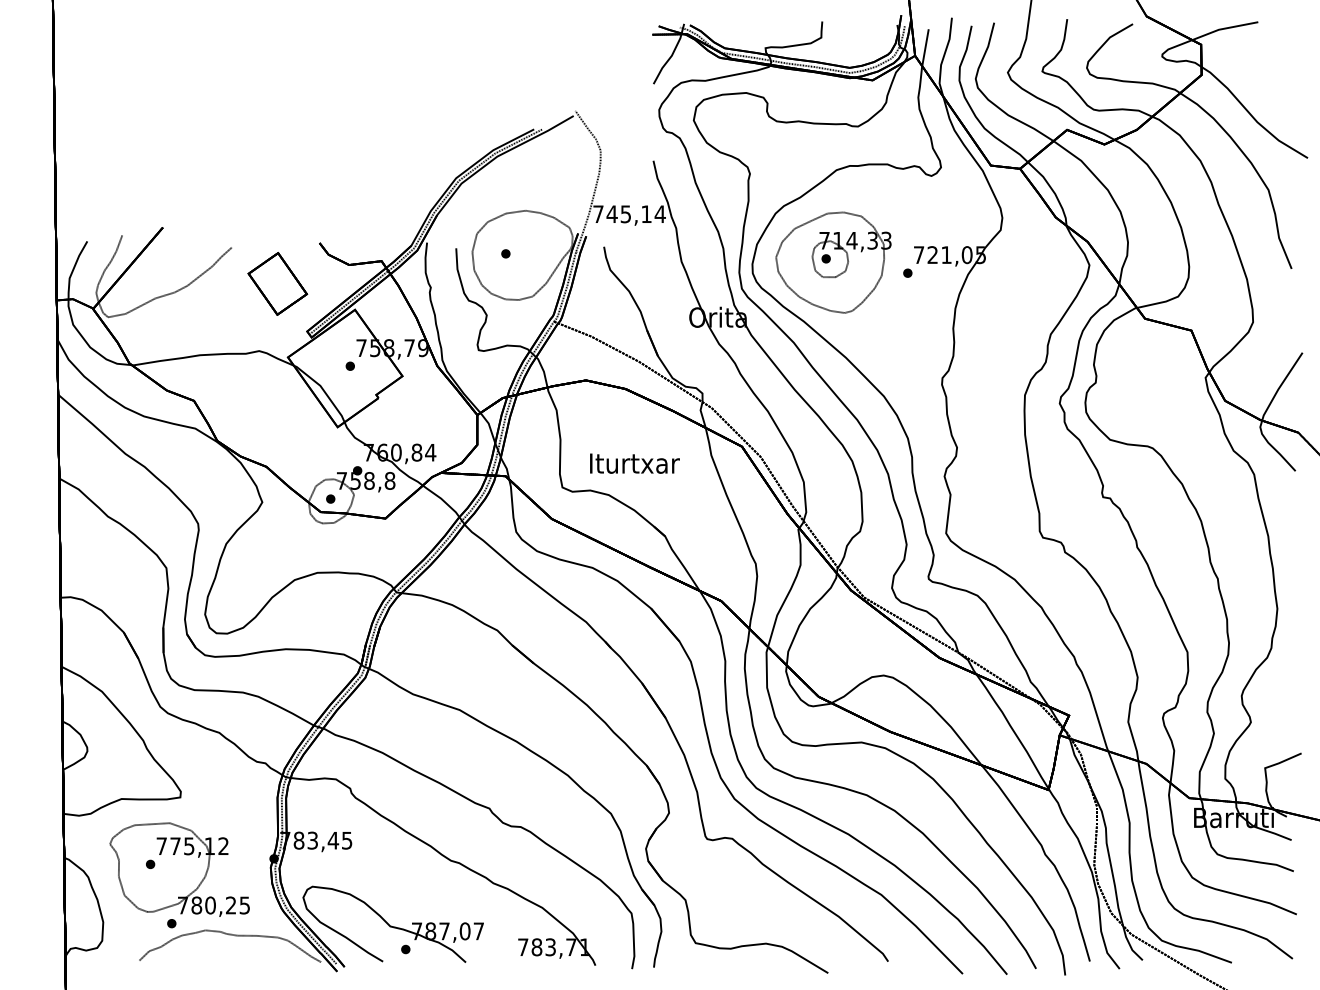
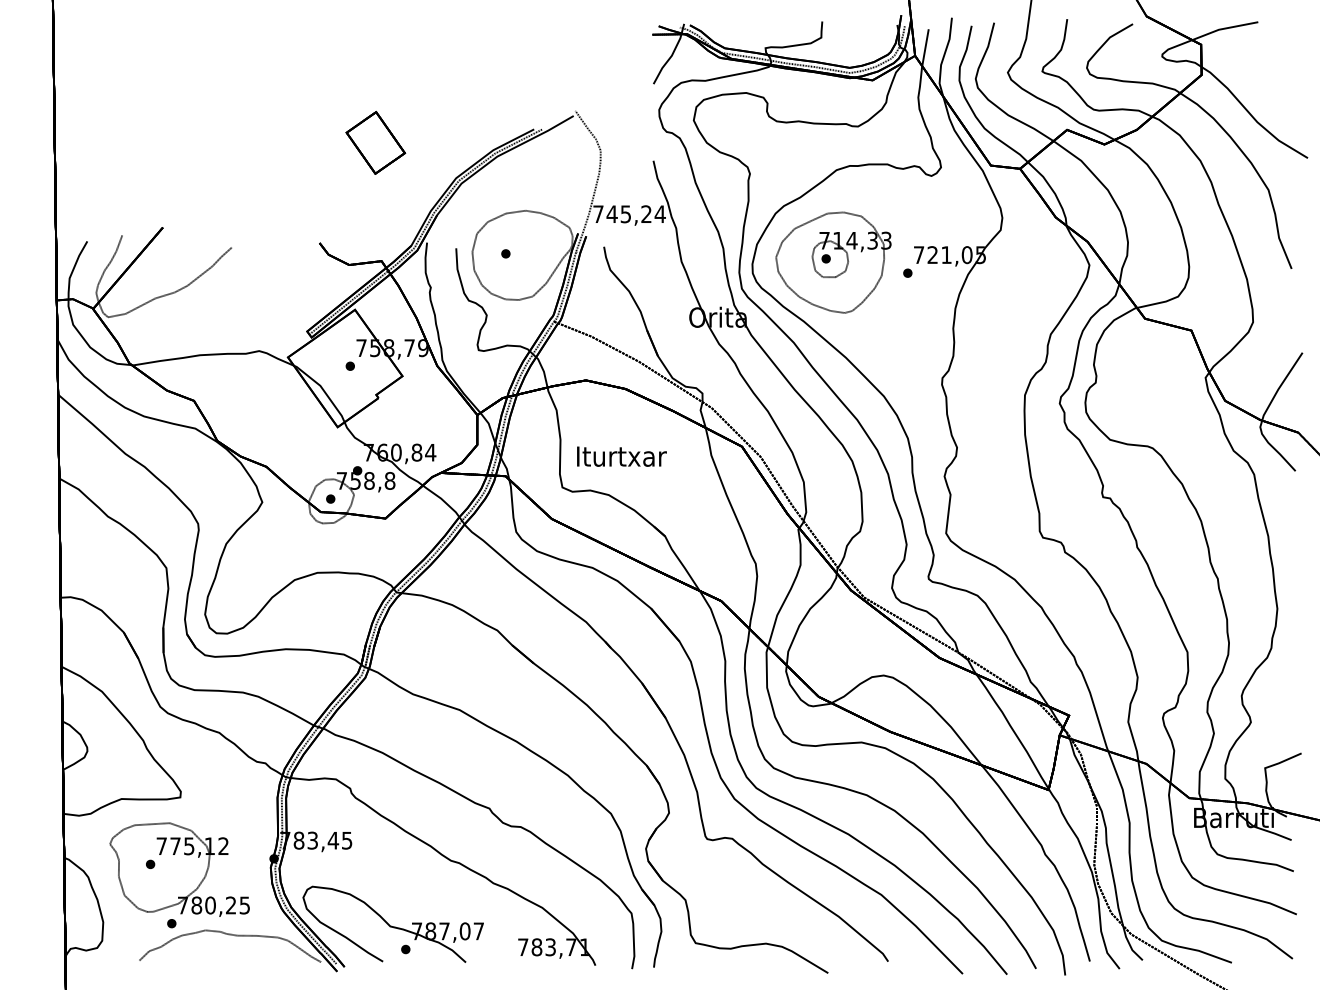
text at (646, 213): 745,14 -> 745,24
part at (277, 283) position: (277, 283) -> (375, 142)
text at (634, 463) position: (634, 463) -> (621, 456)
